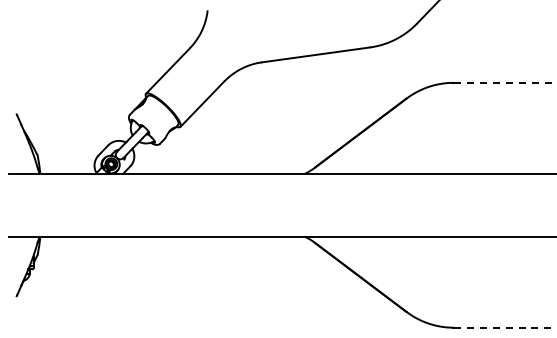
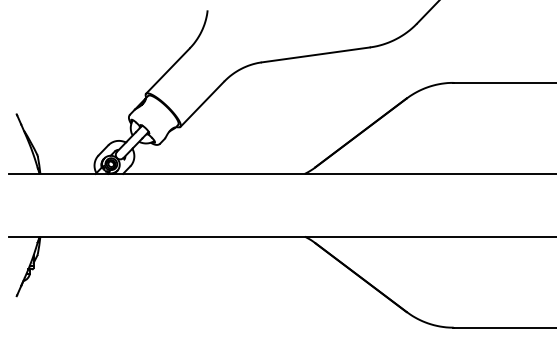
line at (504, 82): dashed -> solid
line at (505, 327): dashed -> solid
